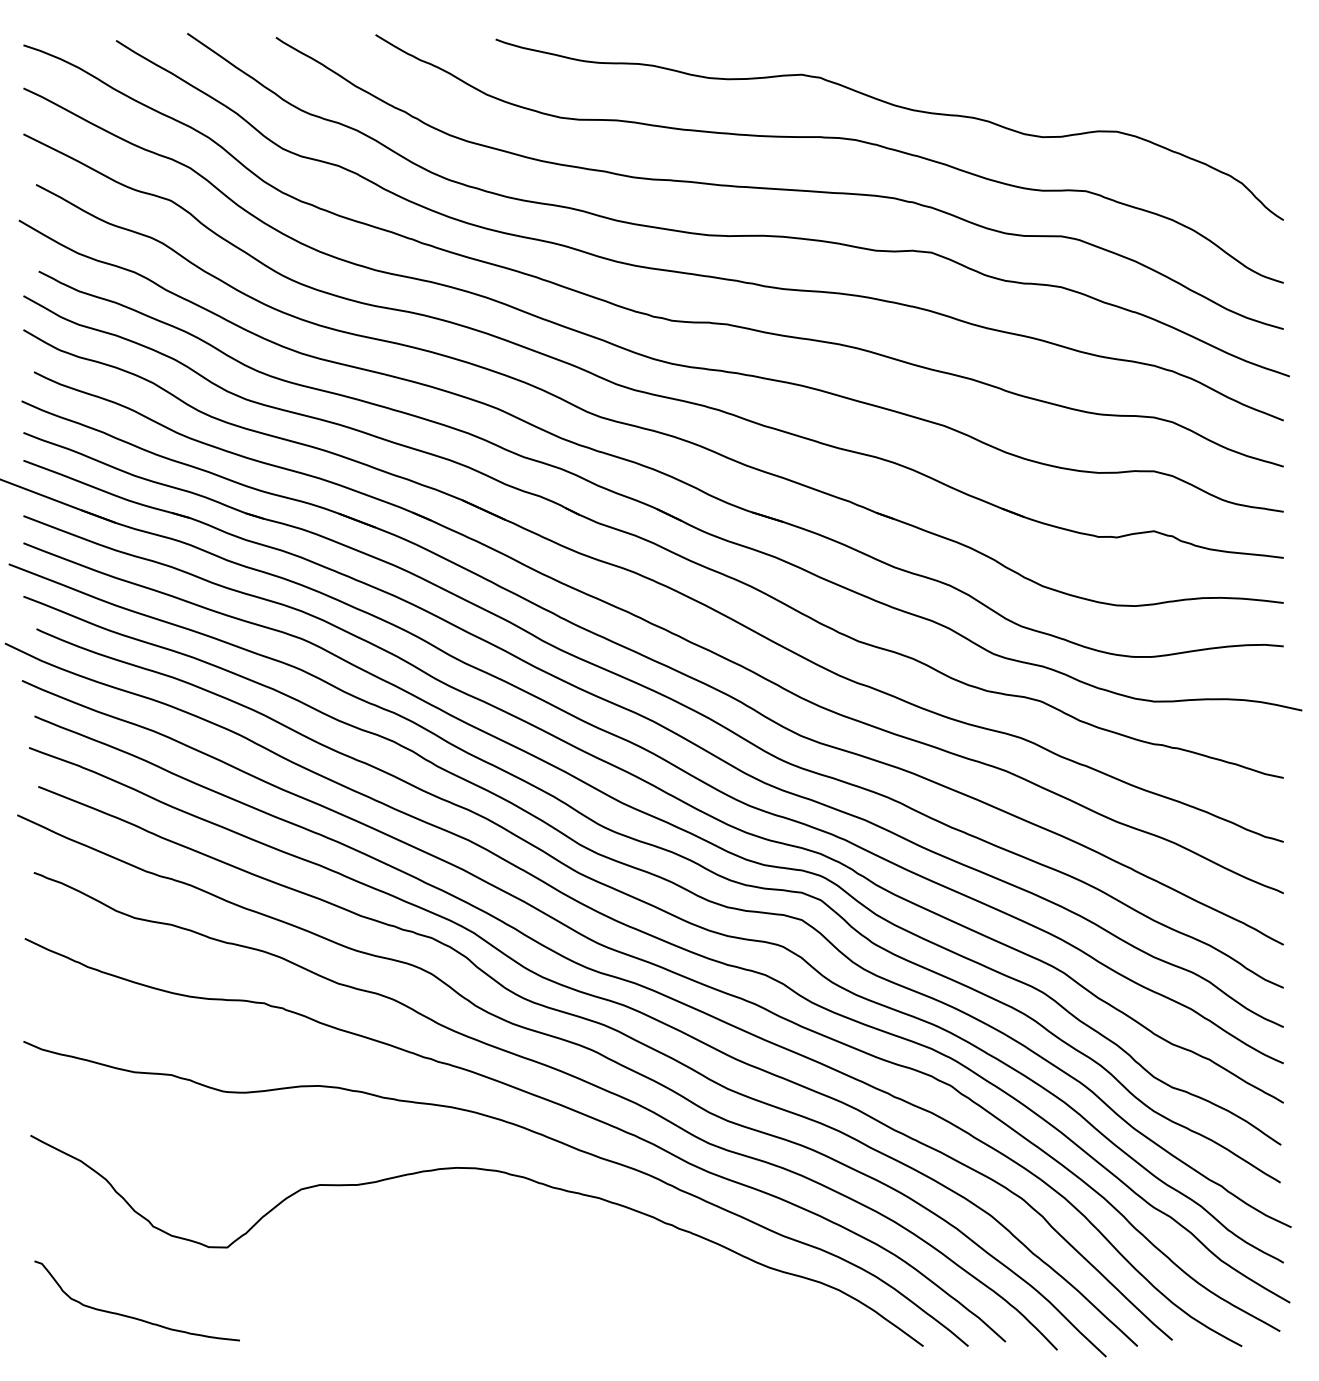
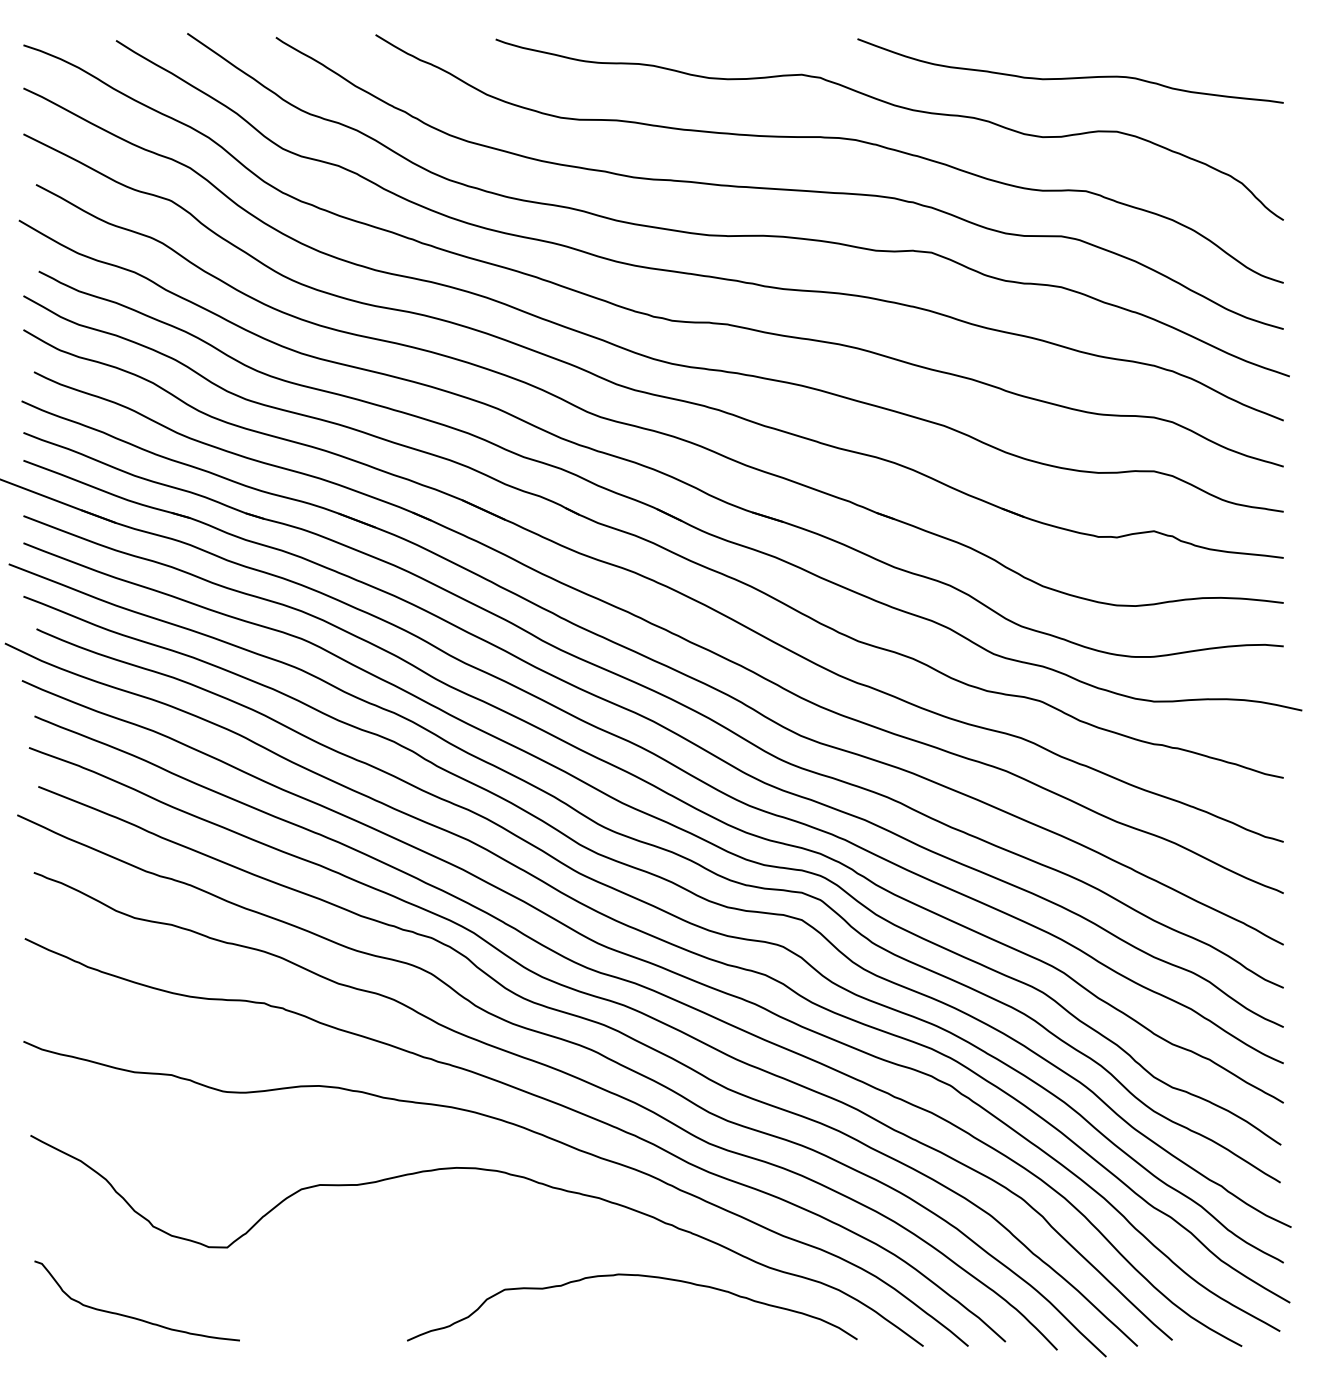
curve at (1070, 77): none -> present
curve at (635, 1276): none -> present
